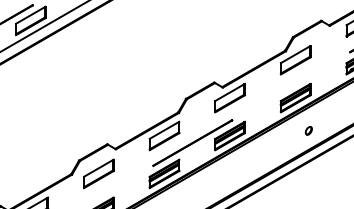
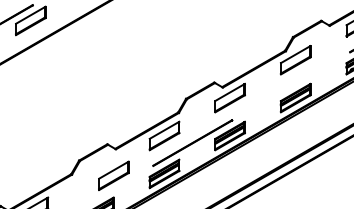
line at (44, 26): present -> none
part at (308, 130): present -> none
part at (98, 173) position: (98, 173) -> (113, 175)
